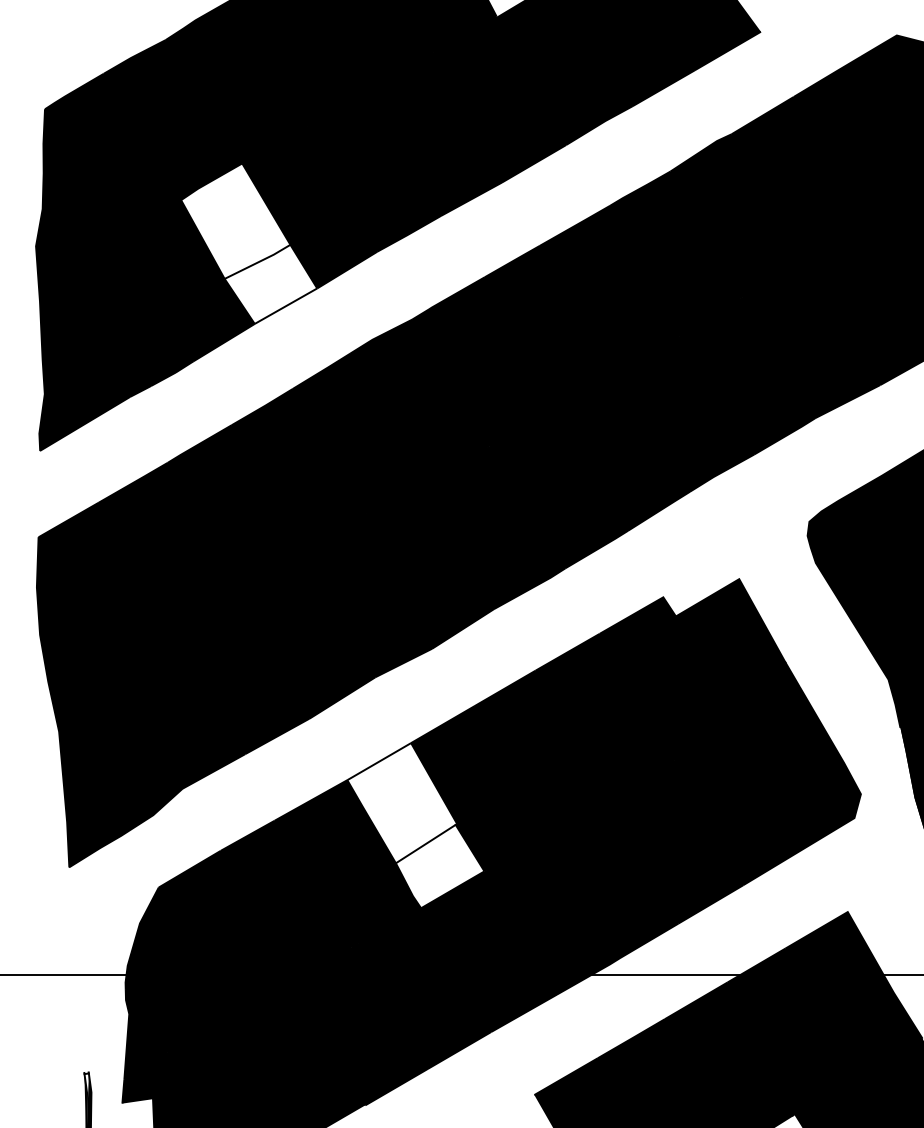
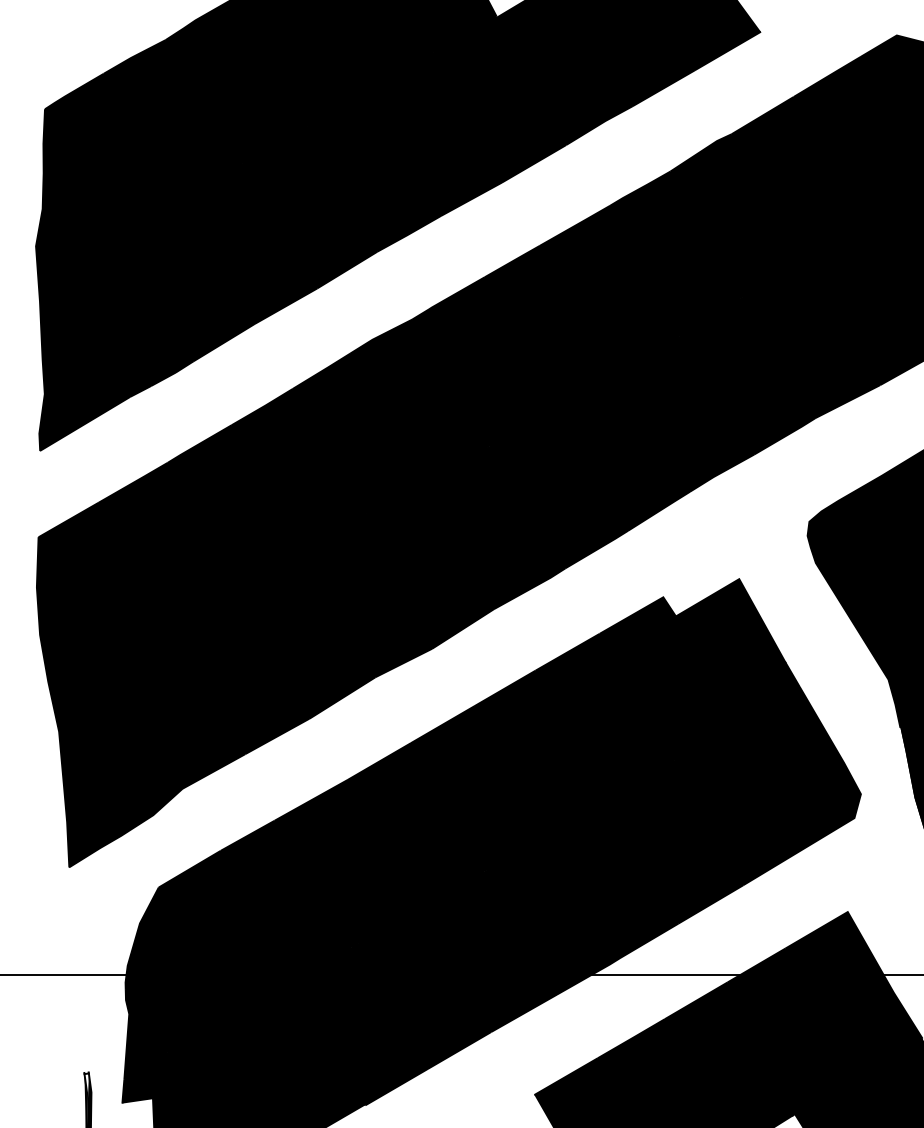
fill at (249, 243): none -> present
fill at (415, 825): none -> present
